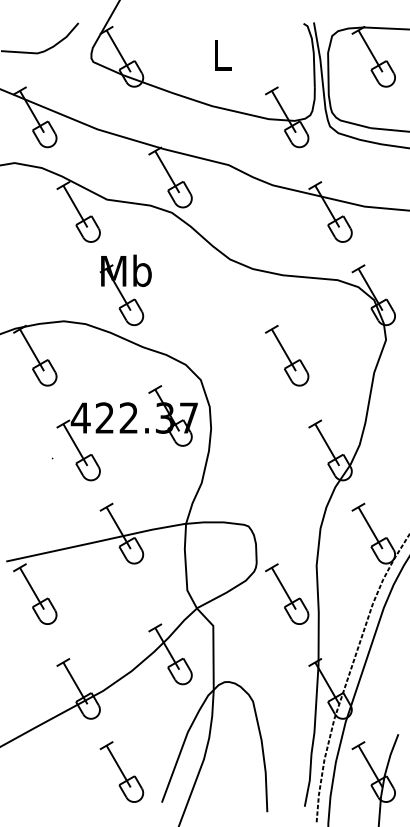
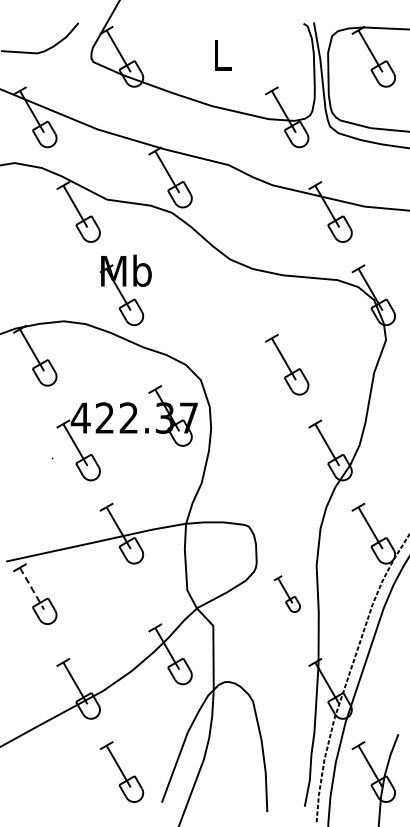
part at (287, 355) position: (287, 355) -> (287, 364)
line at (32, 589): solid -> dashed
part at (287, 593) size: 45x62 px -> 27x38 px
